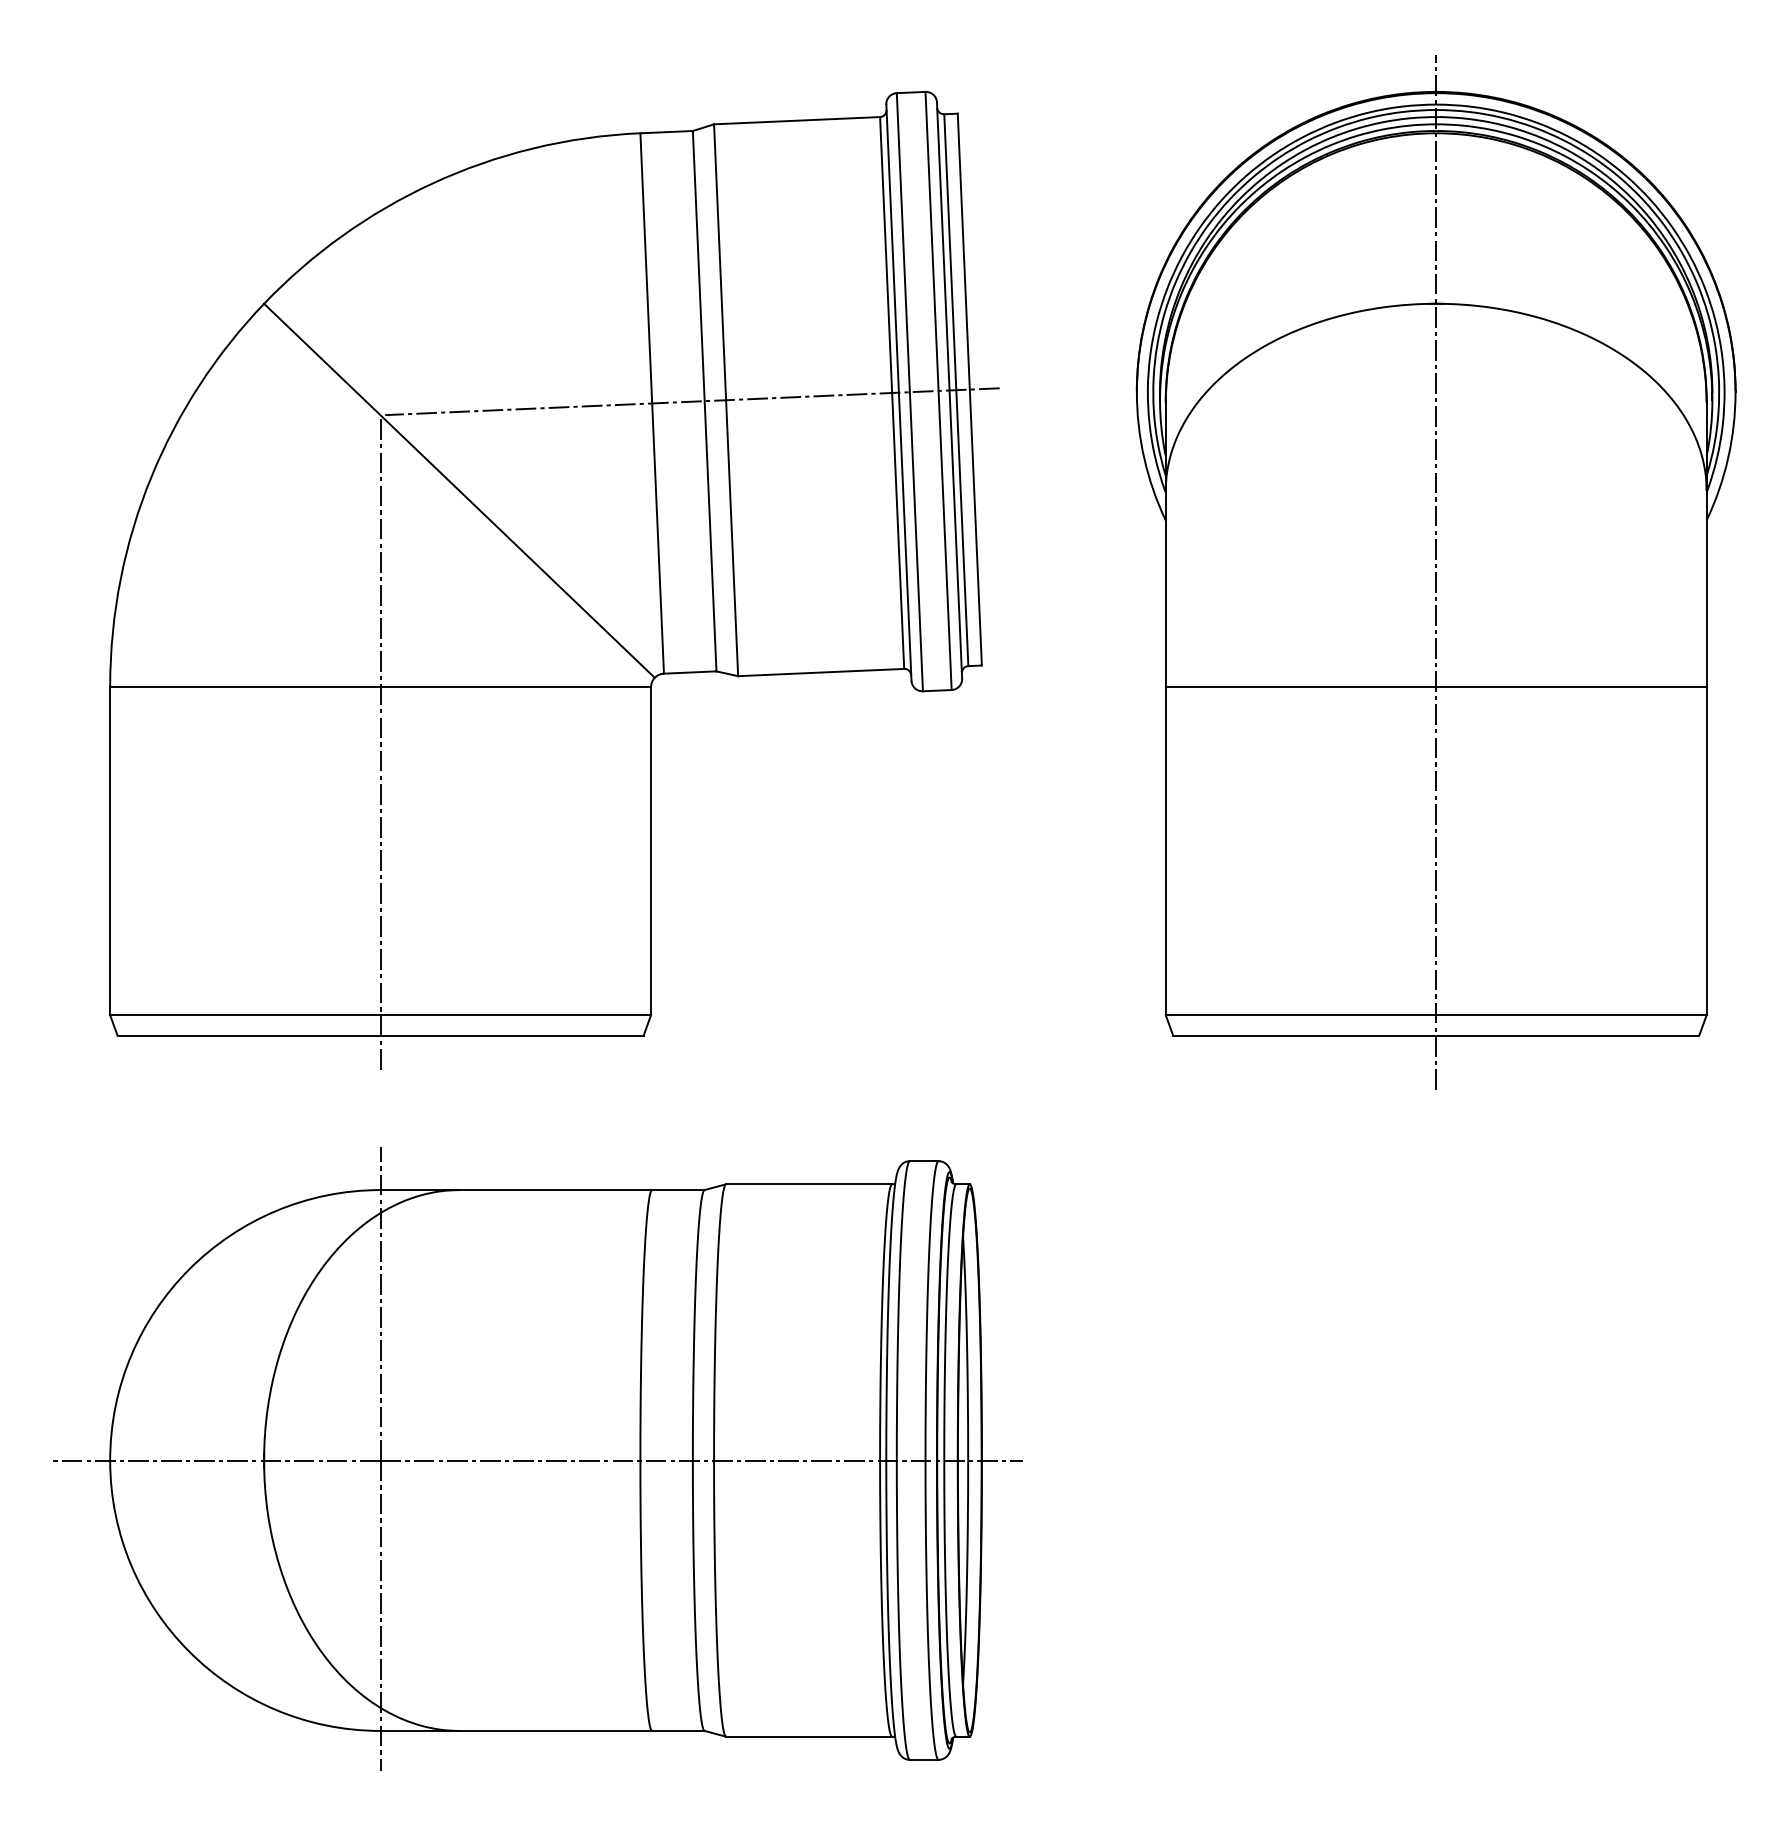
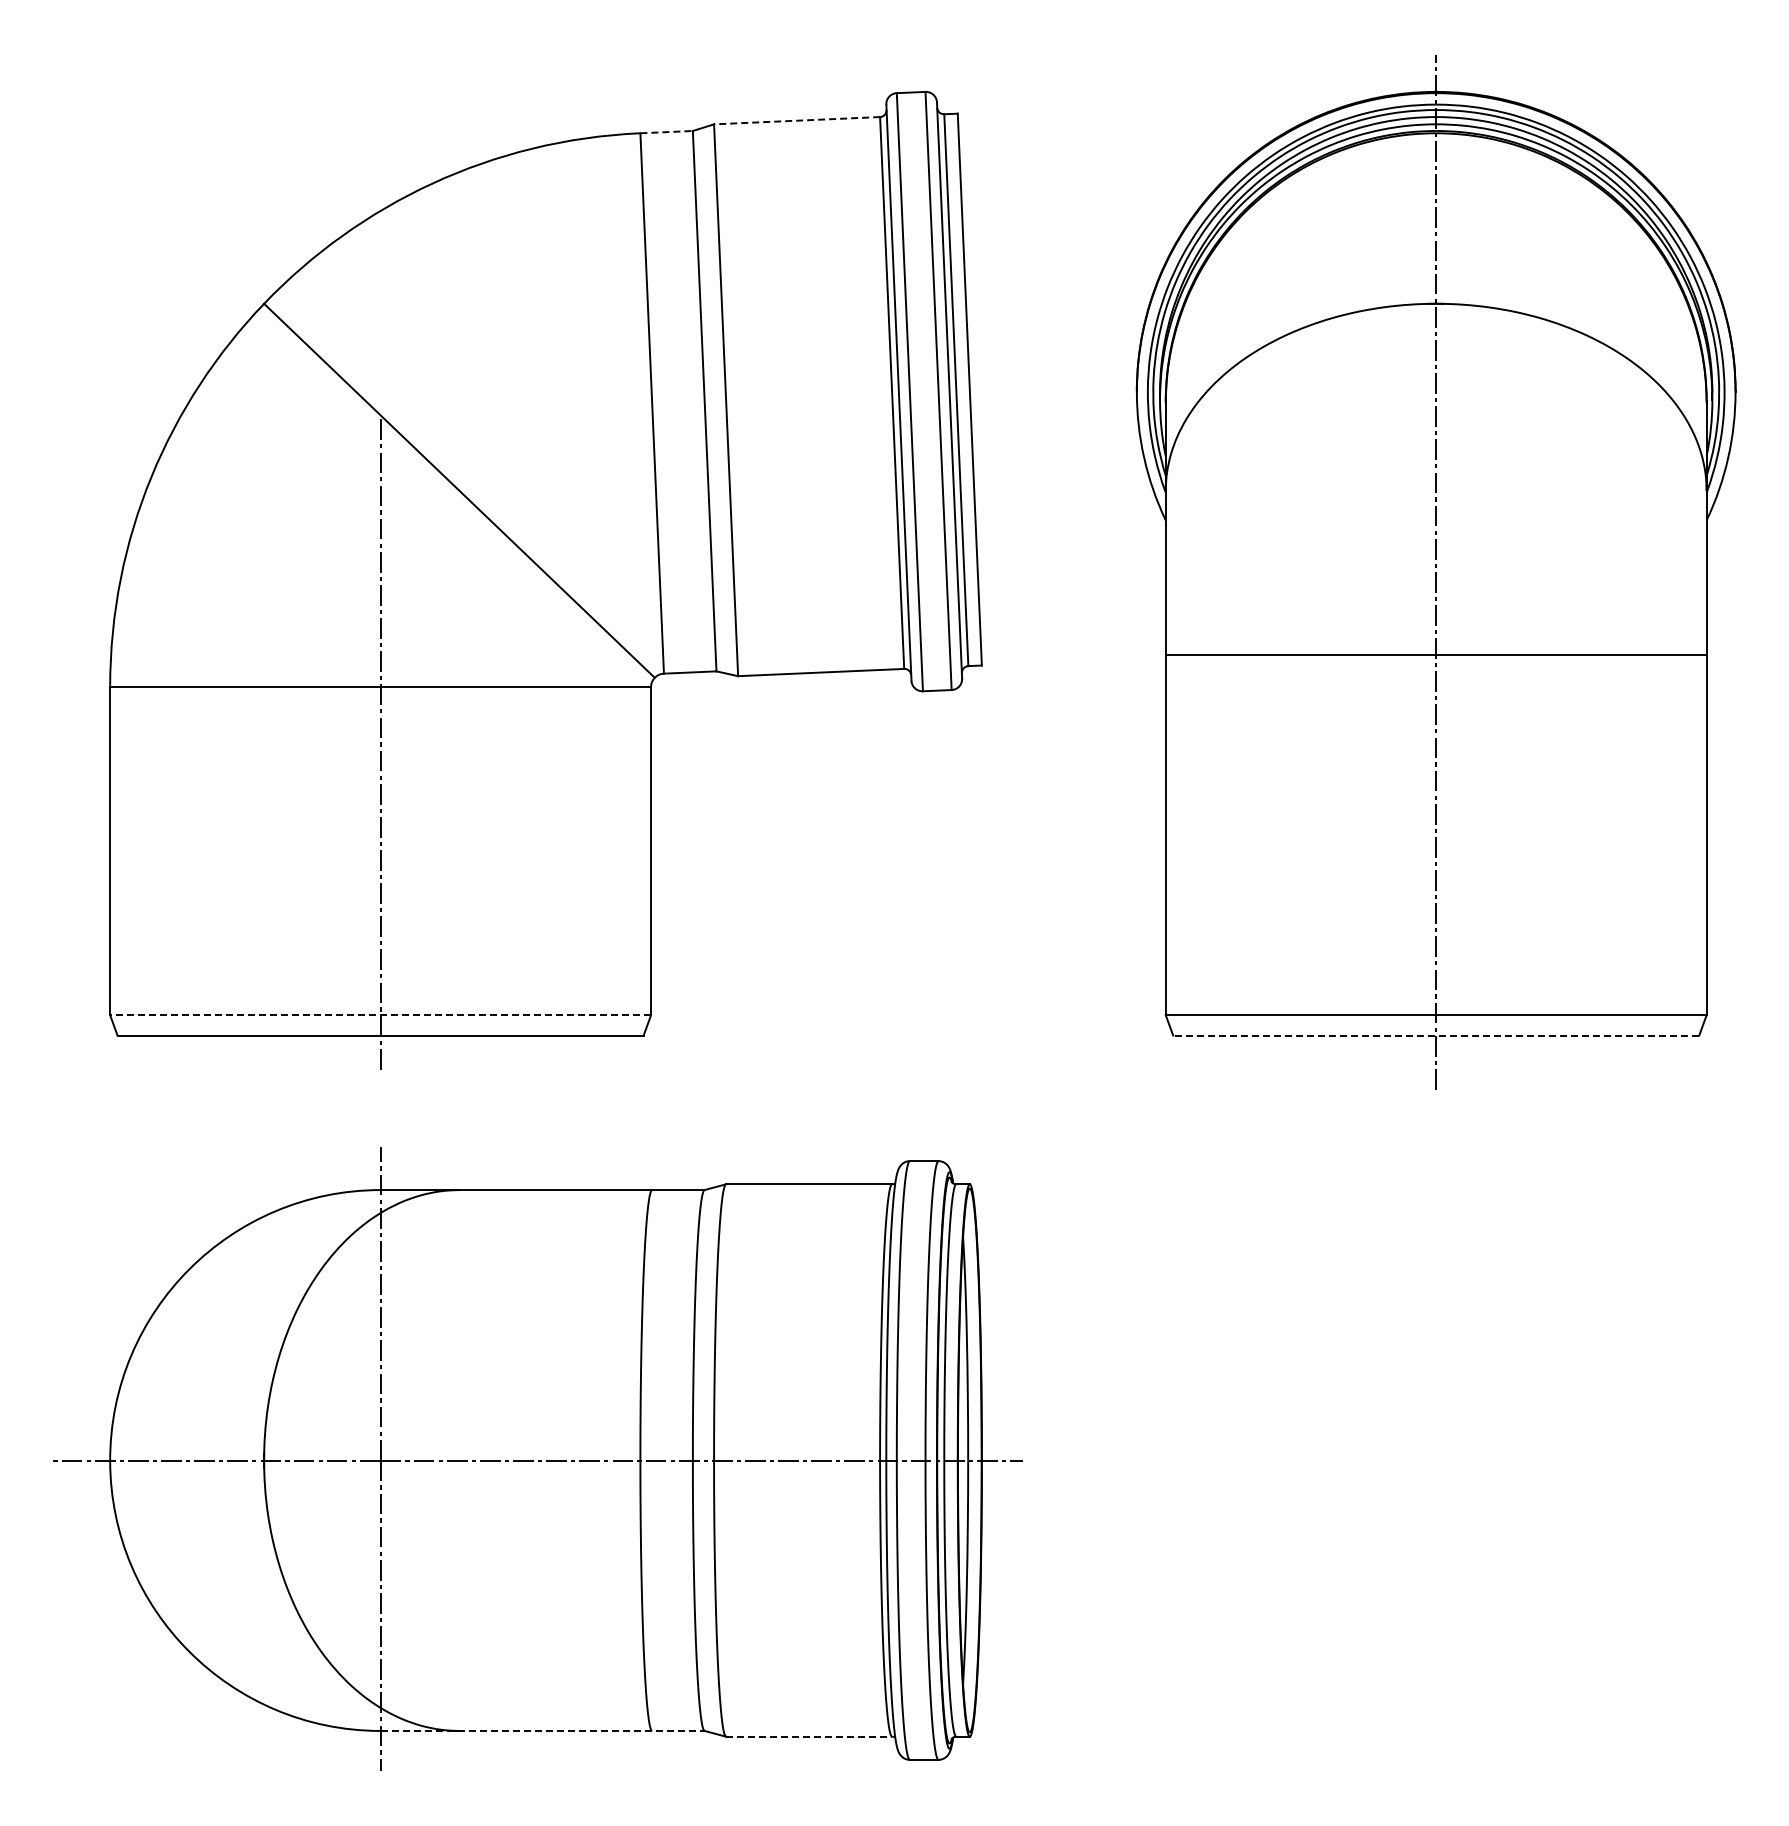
line at (796, 120): solid -> dashed
line at (667, 132): solid -> dashed
line at (692, 401): present -> none
line at (1435, 687) position: (1435, 687) -> (1435, 655)
line at (380, 1015): solid -> dashed
line at (1435, 1035): solid -> dashed
line at (542, 1730): solid -> dashed
line at (809, 1736): solid -> dashed
